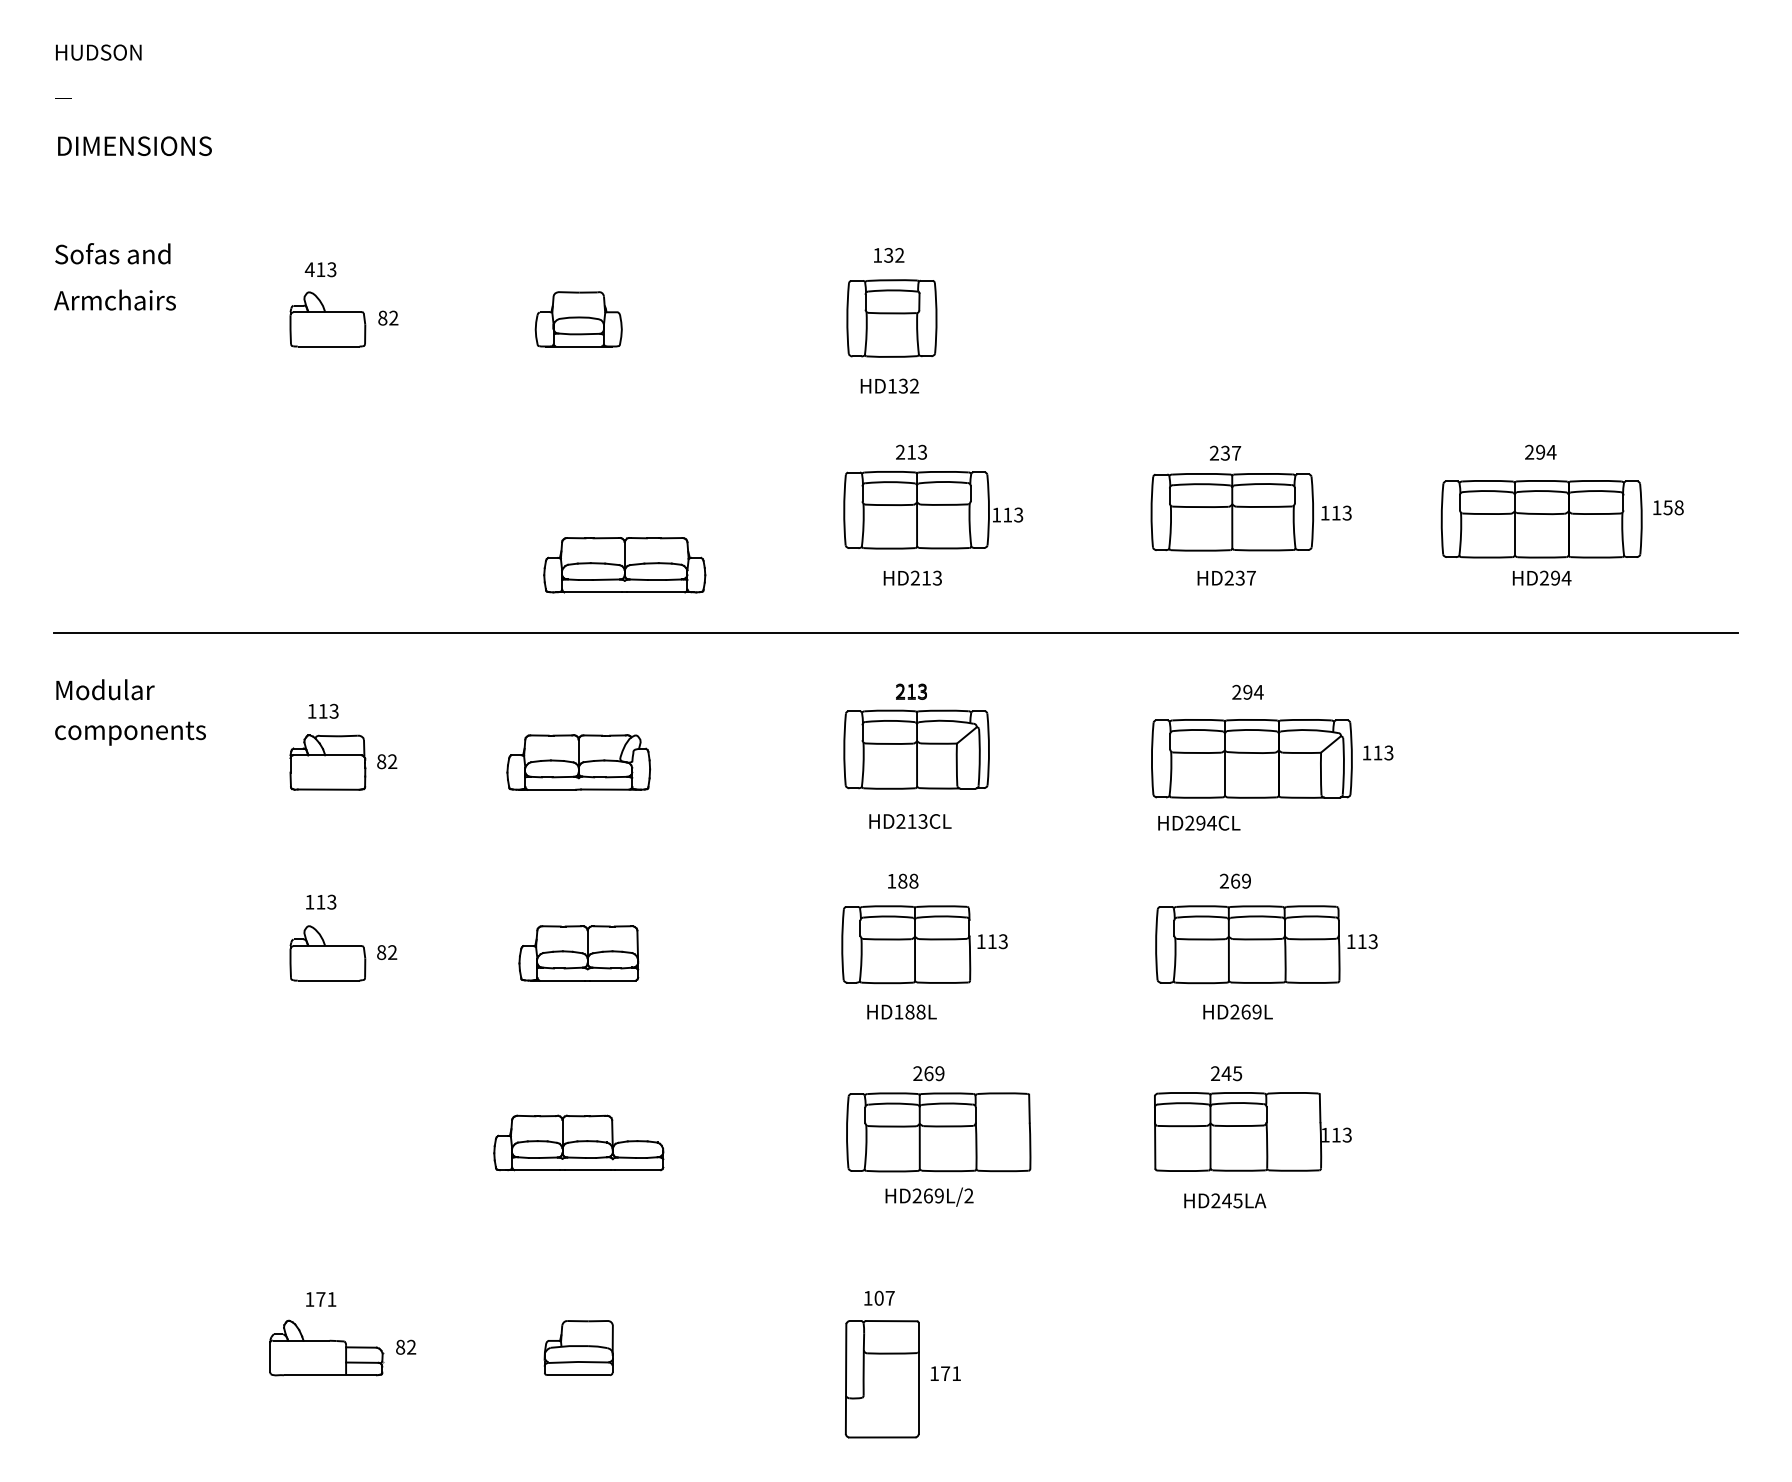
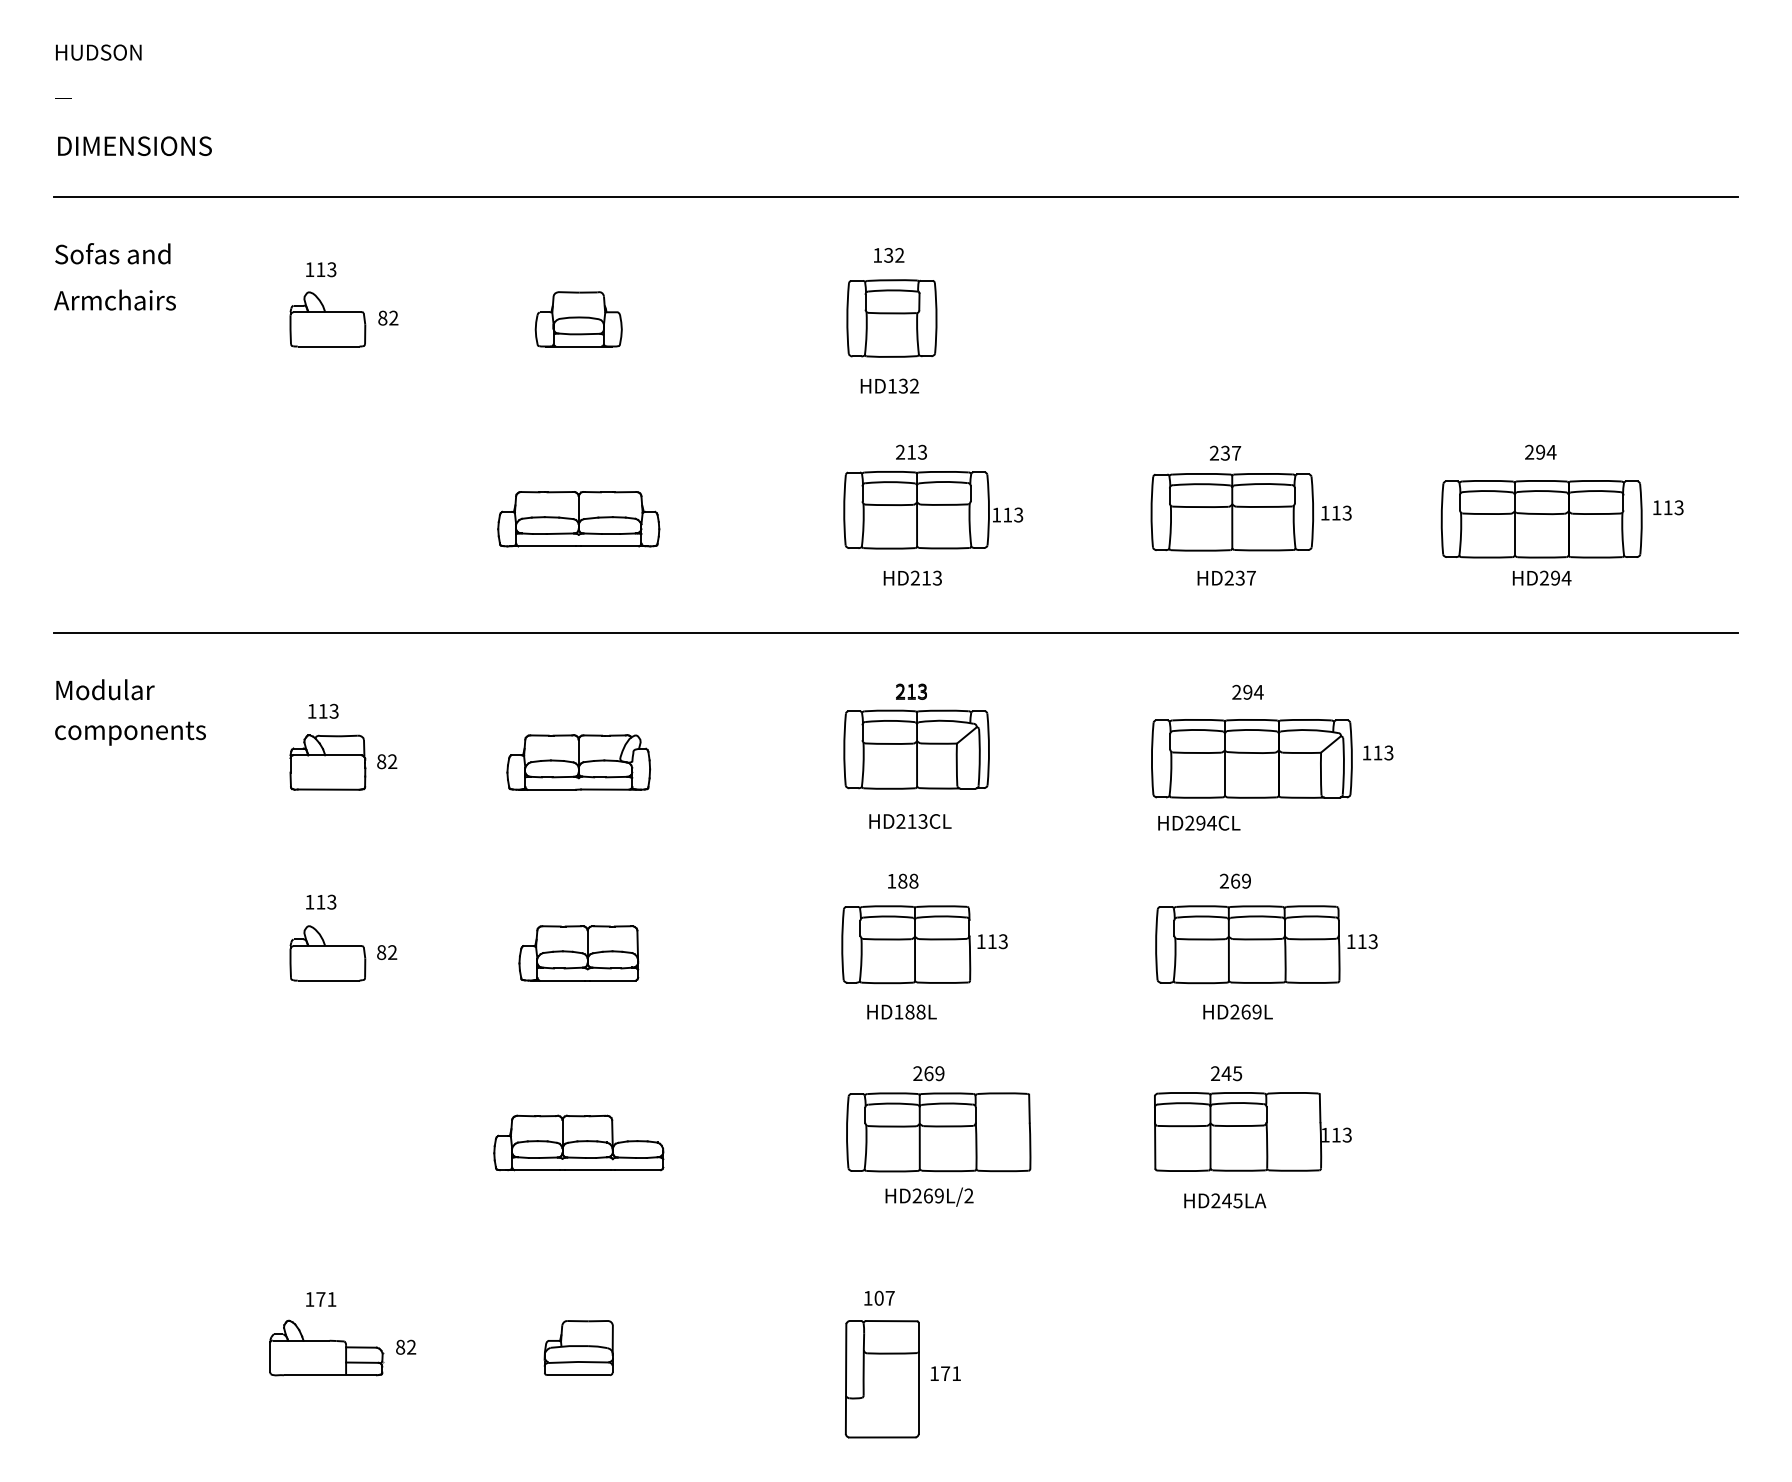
line at (895, 197): none -> present
text at (309, 269): 413 -> 113
text at (1673, 507): 158 -> 113
part at (624, 565) position: (624, 565) -> (578, 519)
